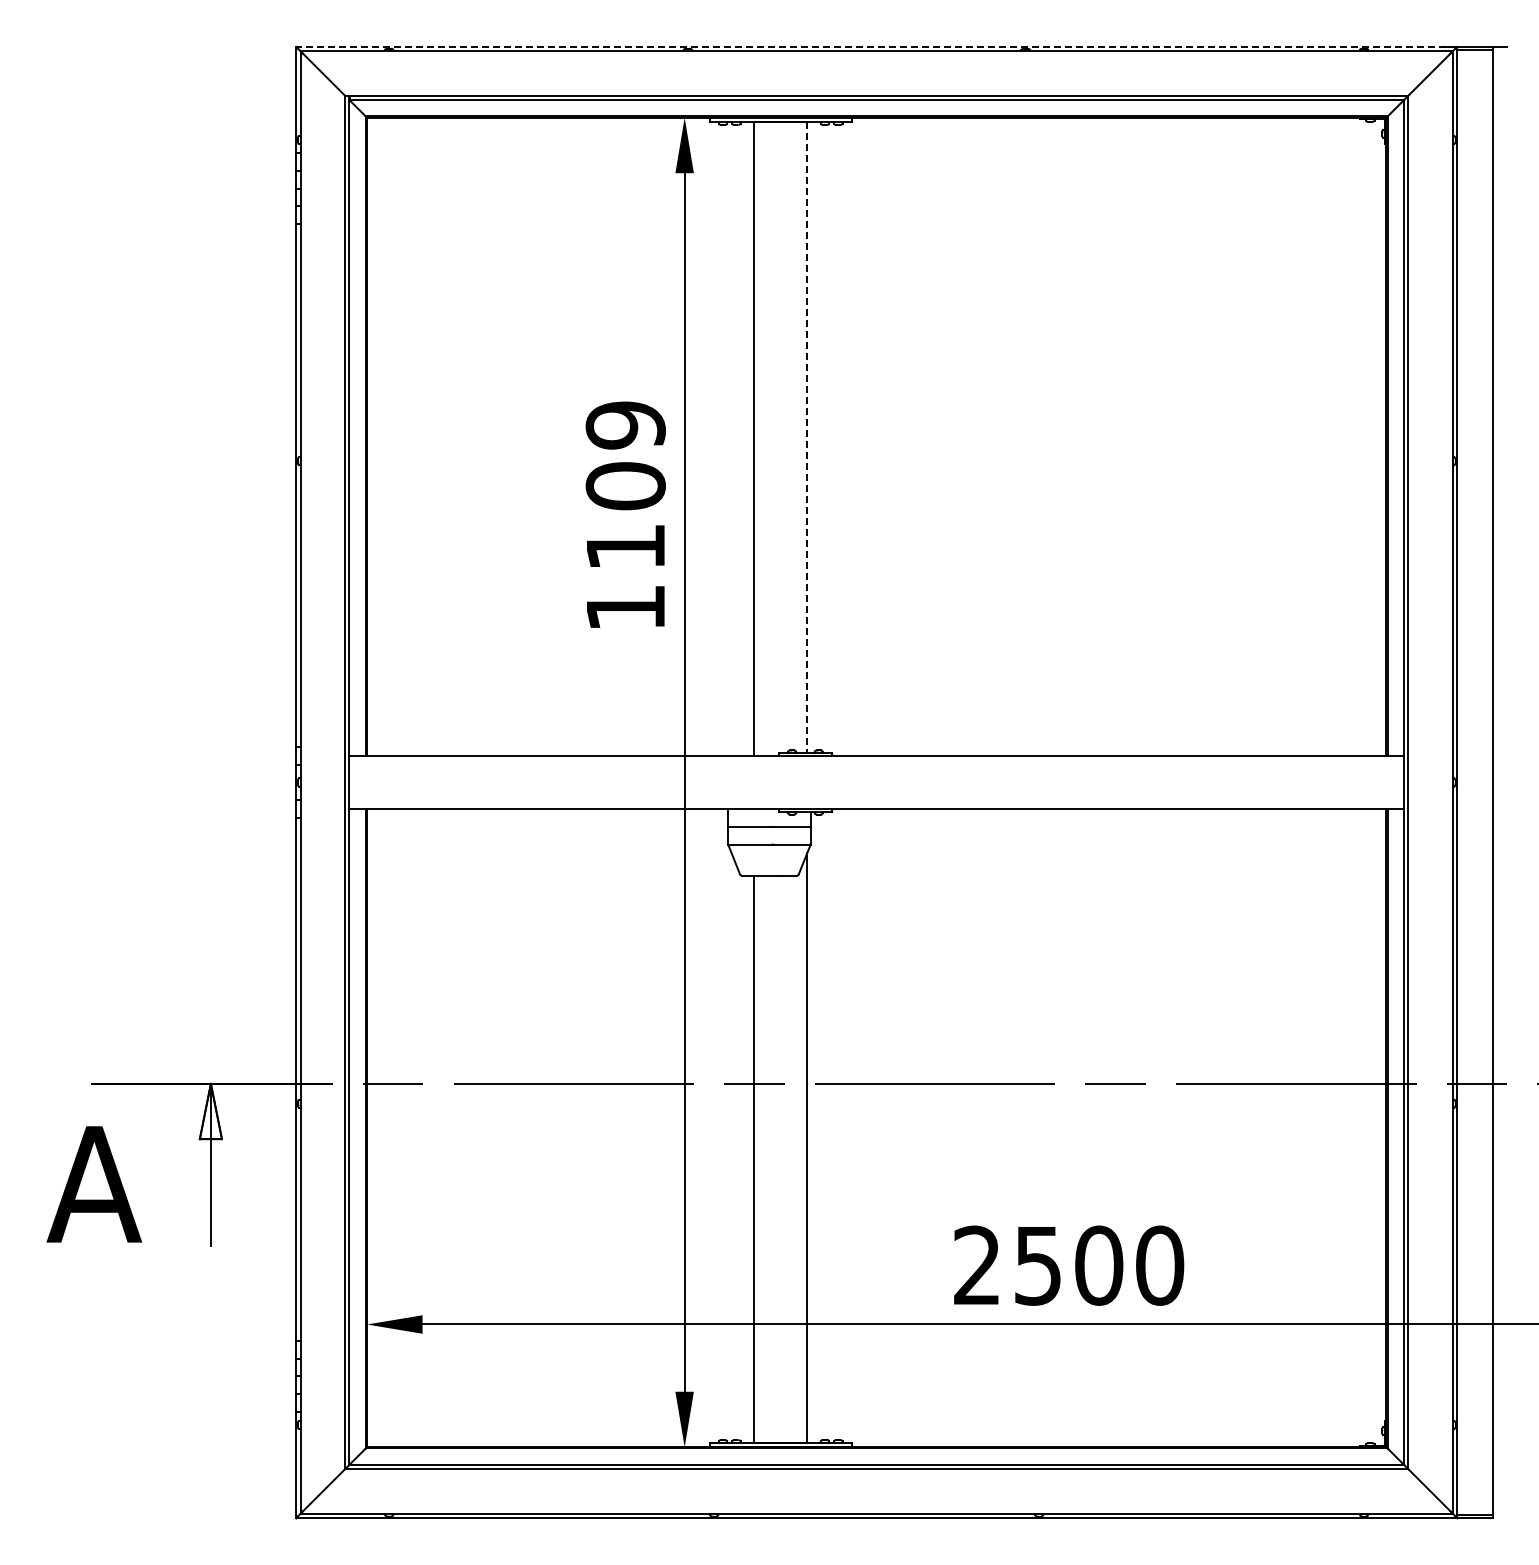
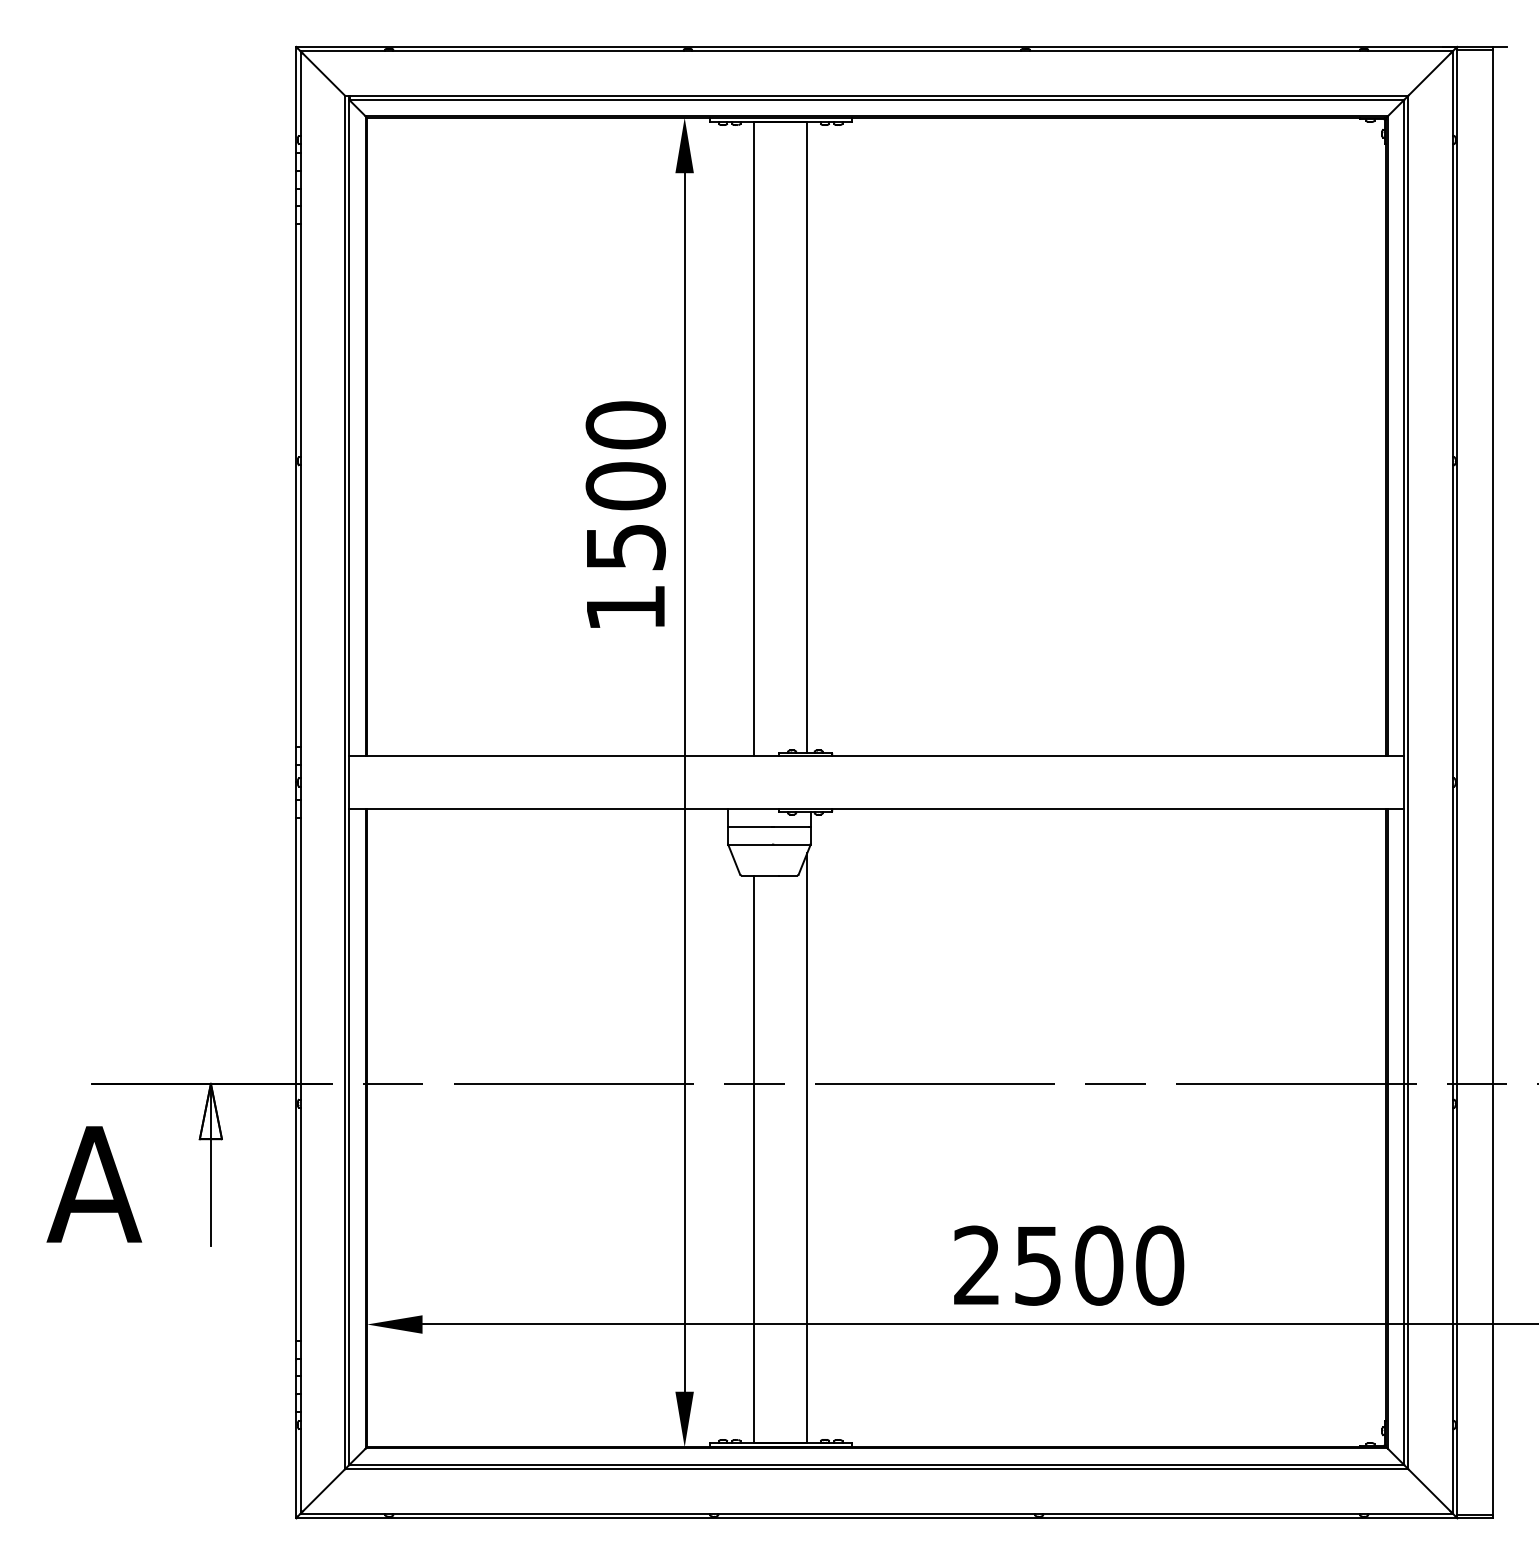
line at (876, 46): dashed -> solid
line at (807, 438): dashed -> solid
text at (625, 485): 1109 -> 1500
